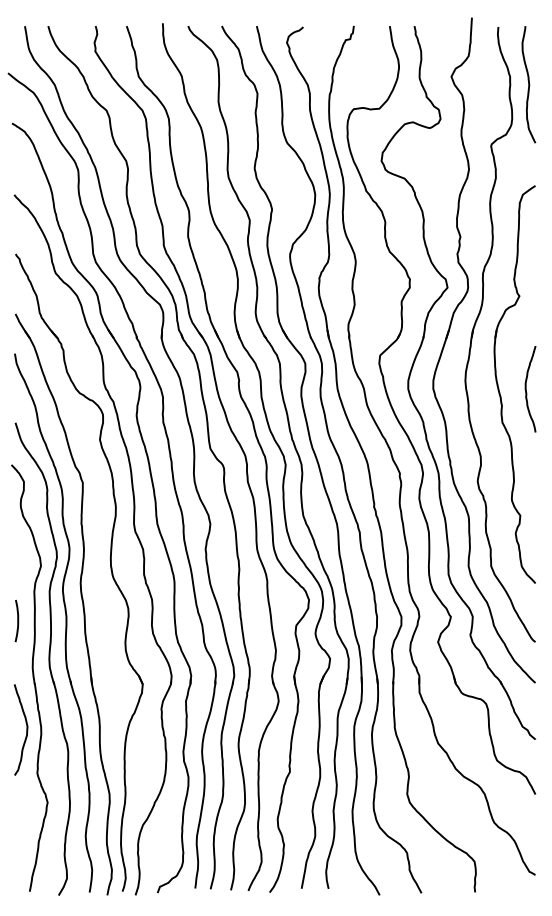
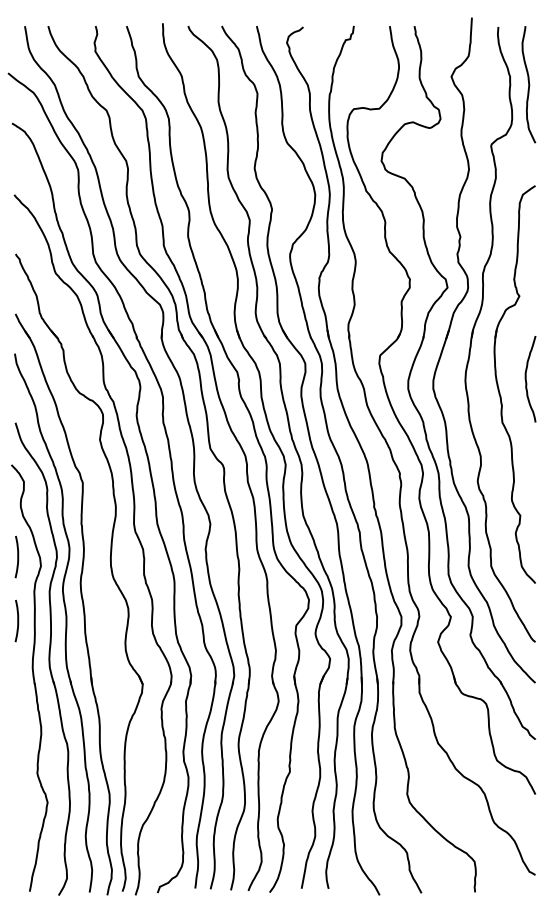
curve at (526, 389) position: (526, 389) -> (526, 379)
curve at (17, 556): none -> present
curve at (26, 729): present -> none
